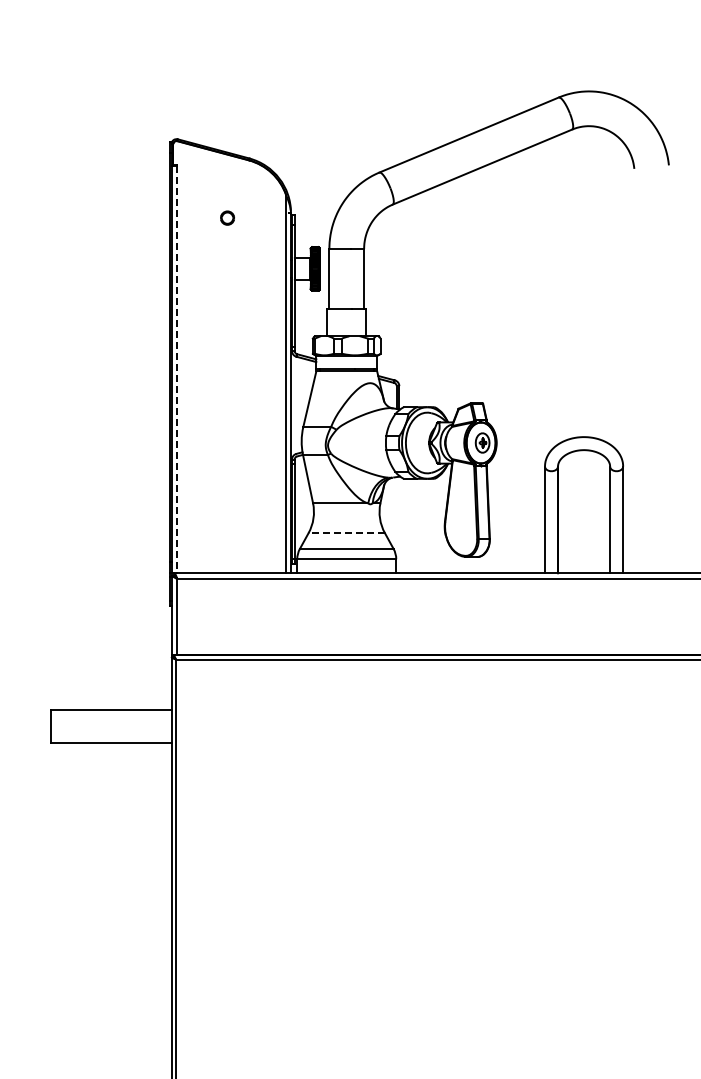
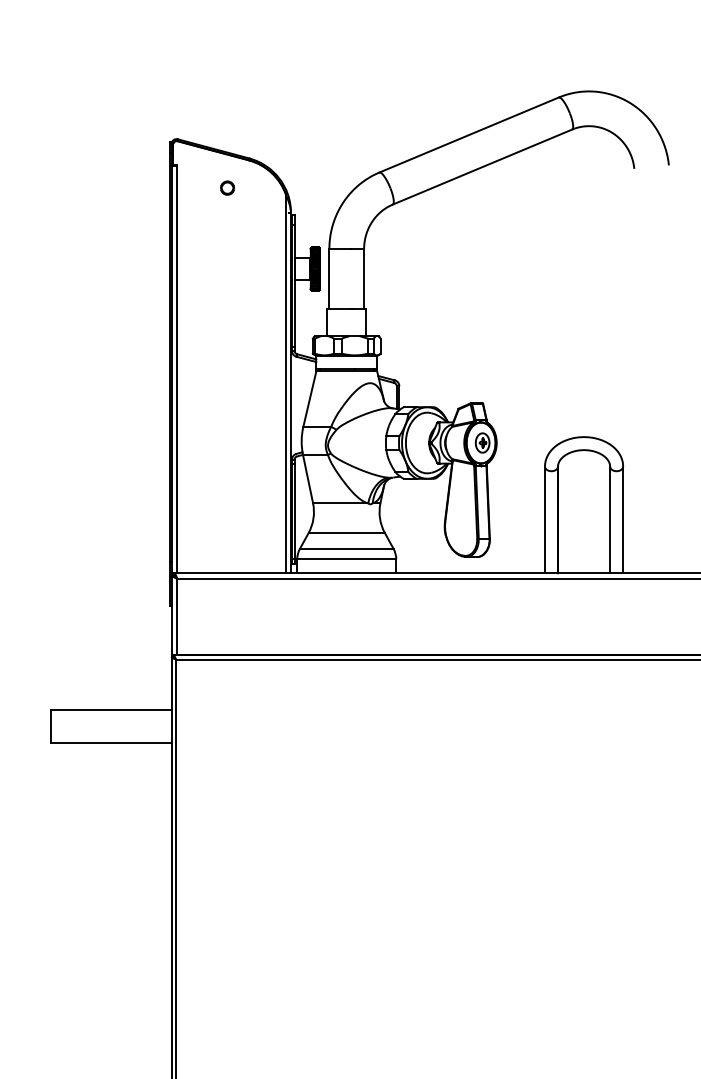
part at (227, 217) position: (227, 217) -> (227, 187)
line at (176, 369): dashed -> solid
line at (346, 533): dashed -> solid
